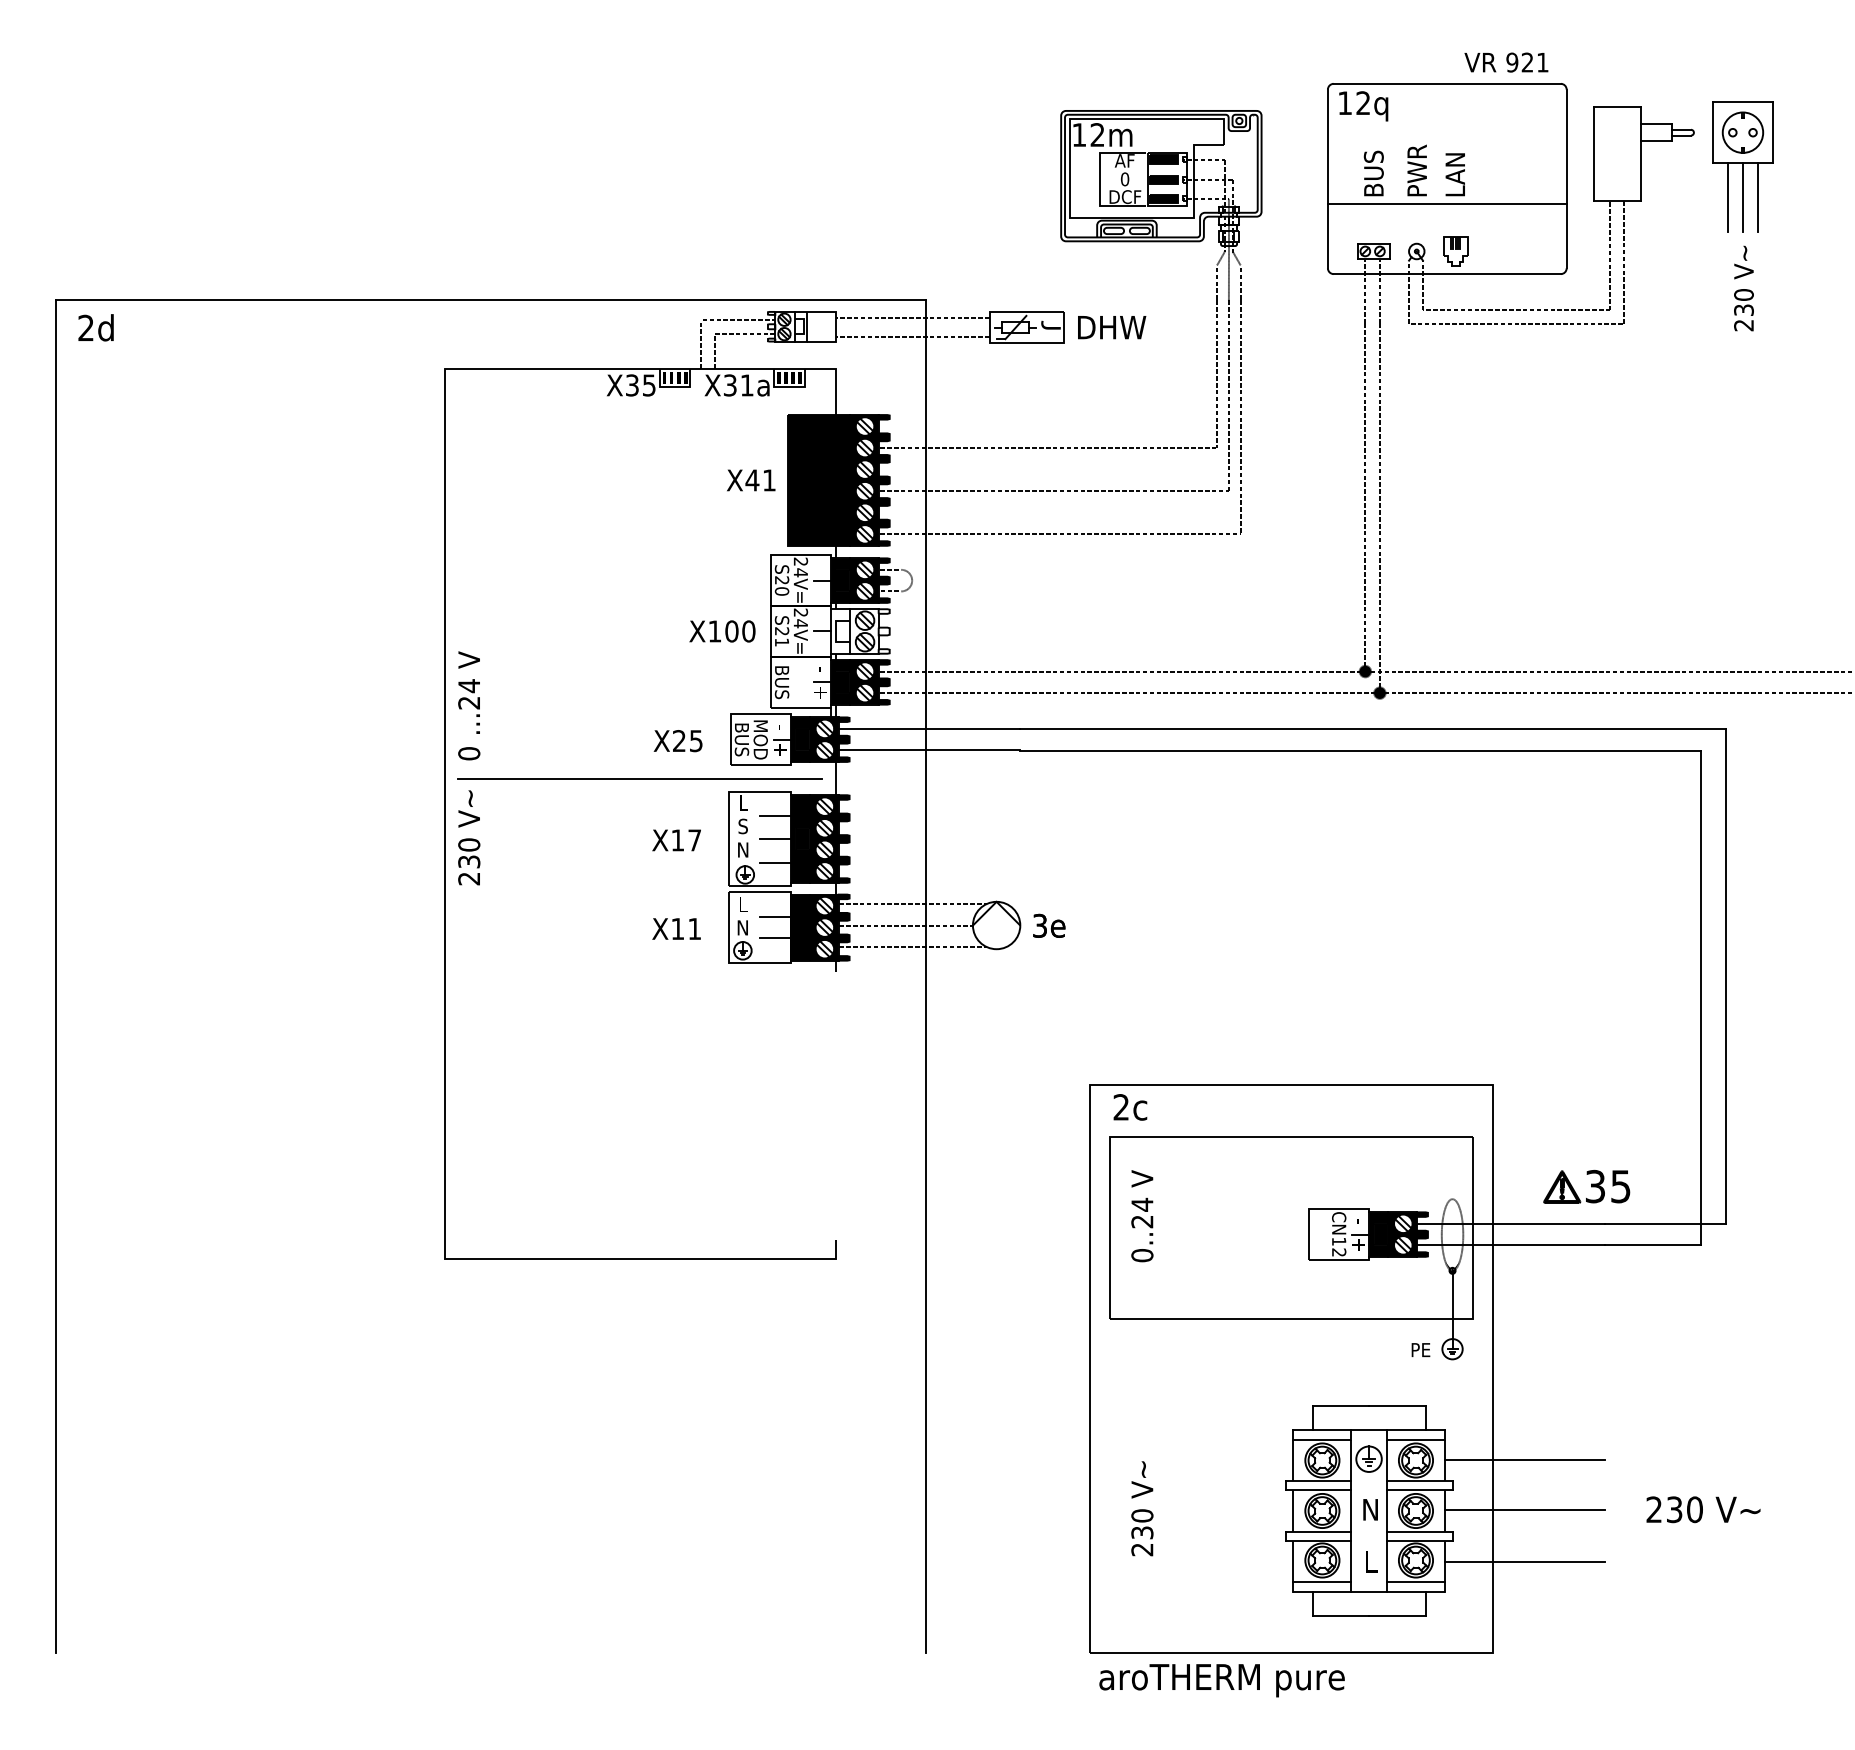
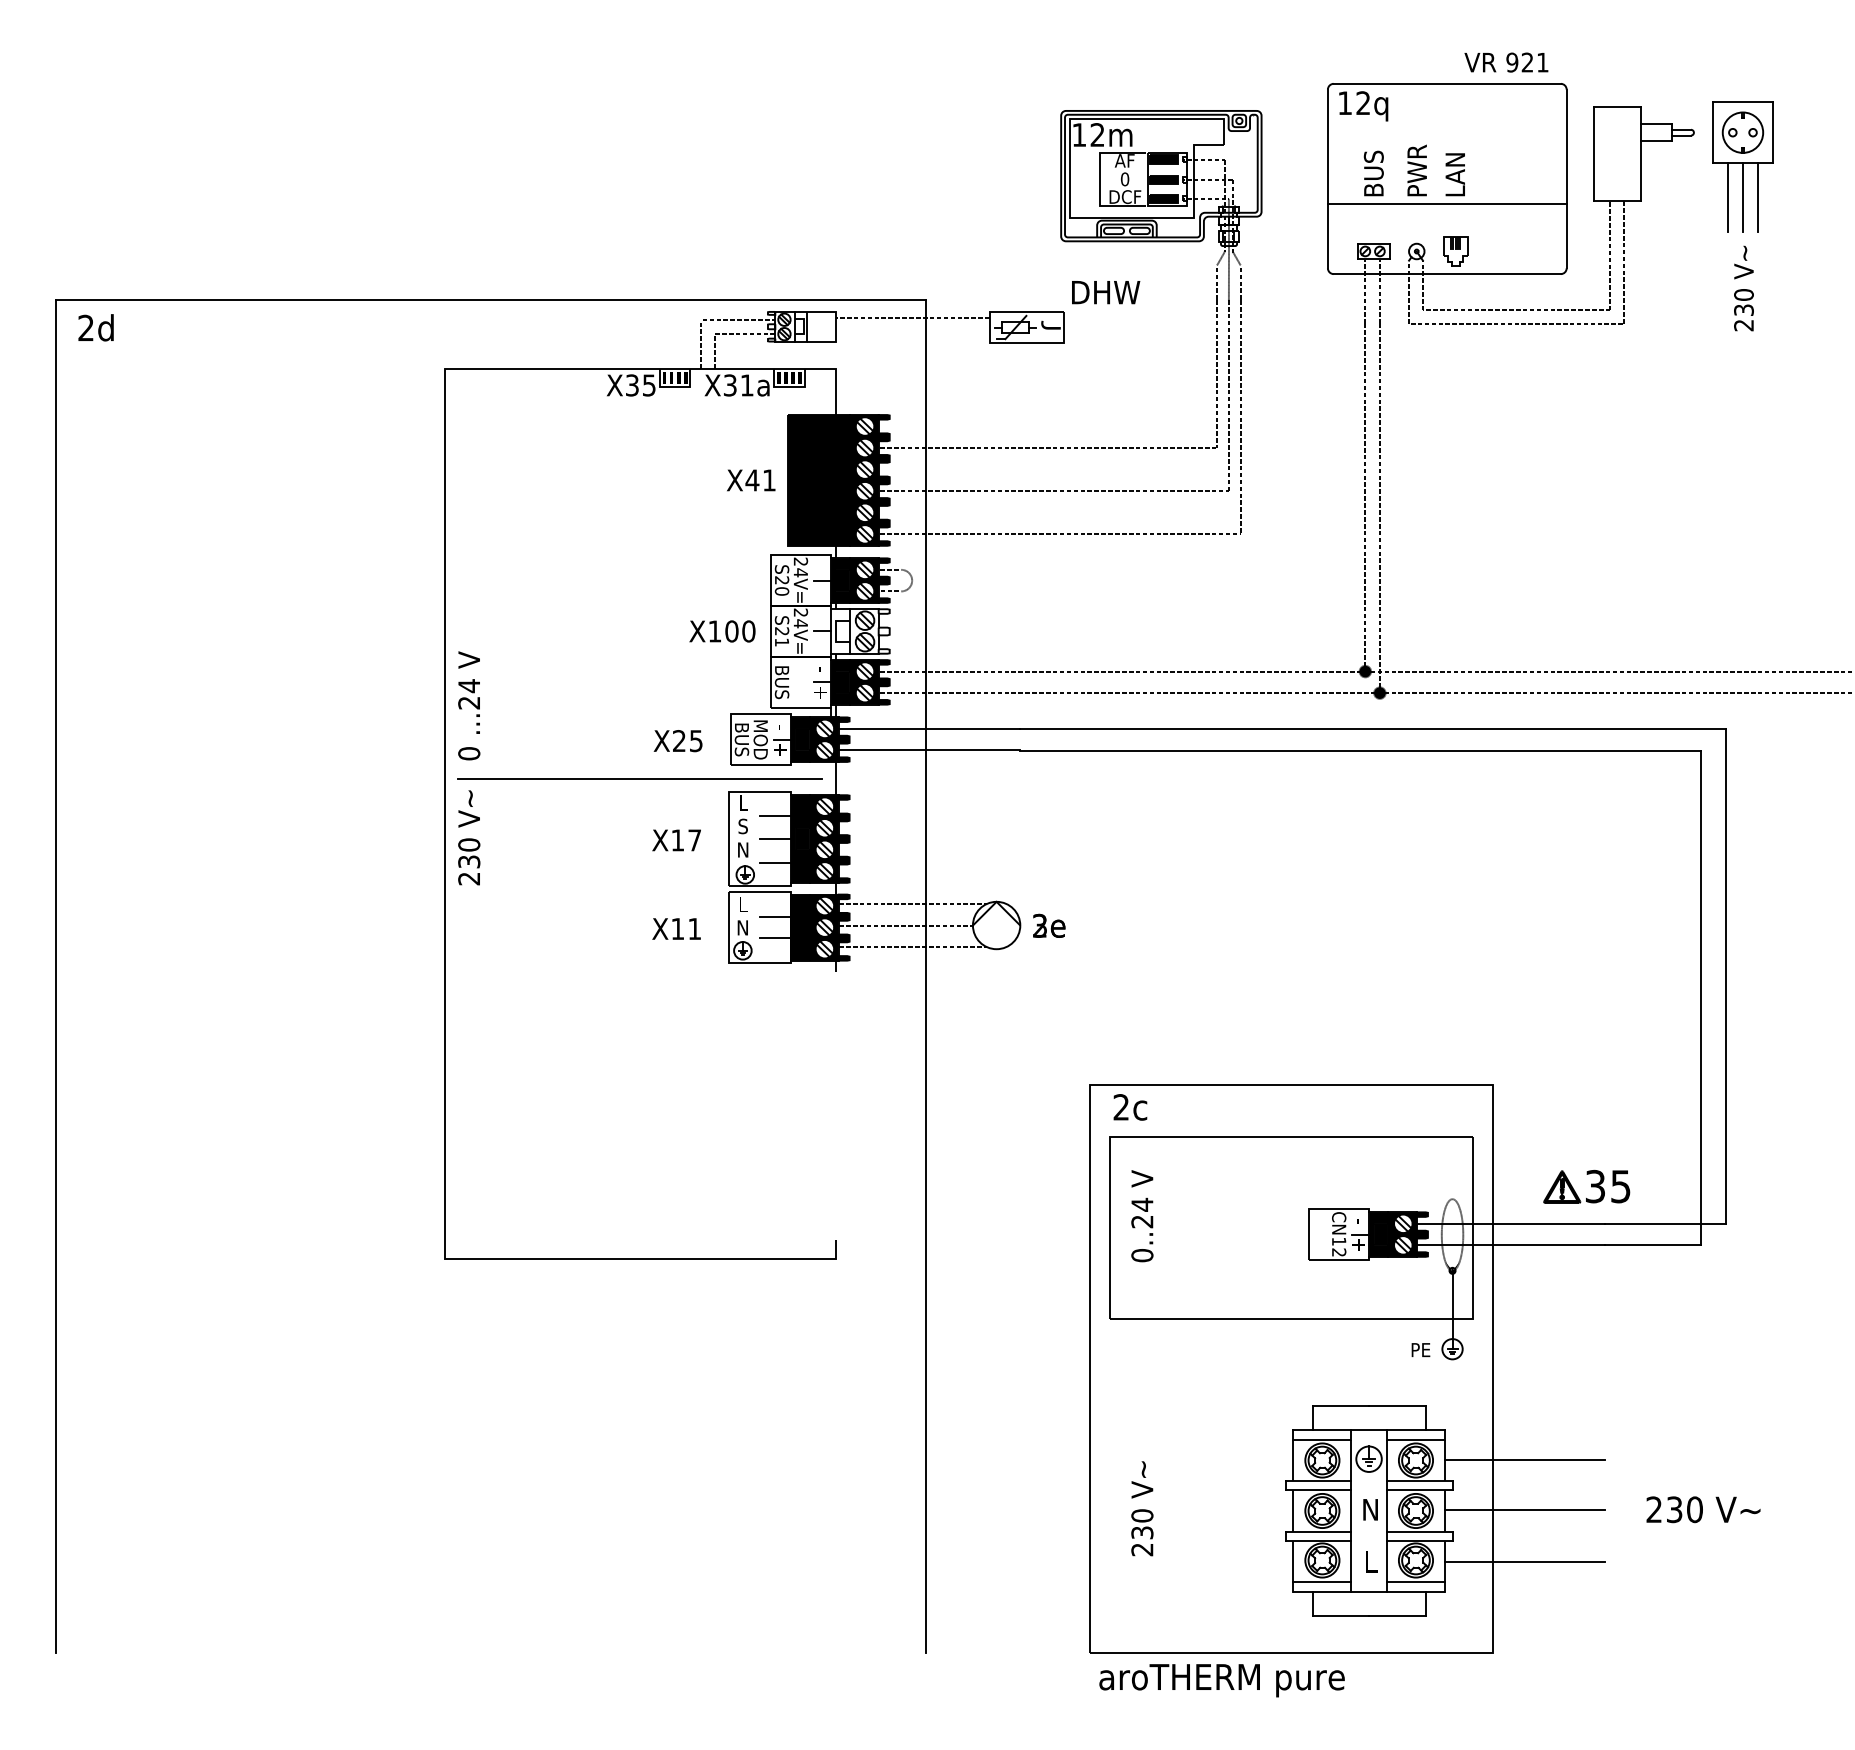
text at (1112, 327) position: (1112, 327) -> (1106, 292)
line at (912, 337): present -> none
text at (1039, 925): 3e -> 2e
